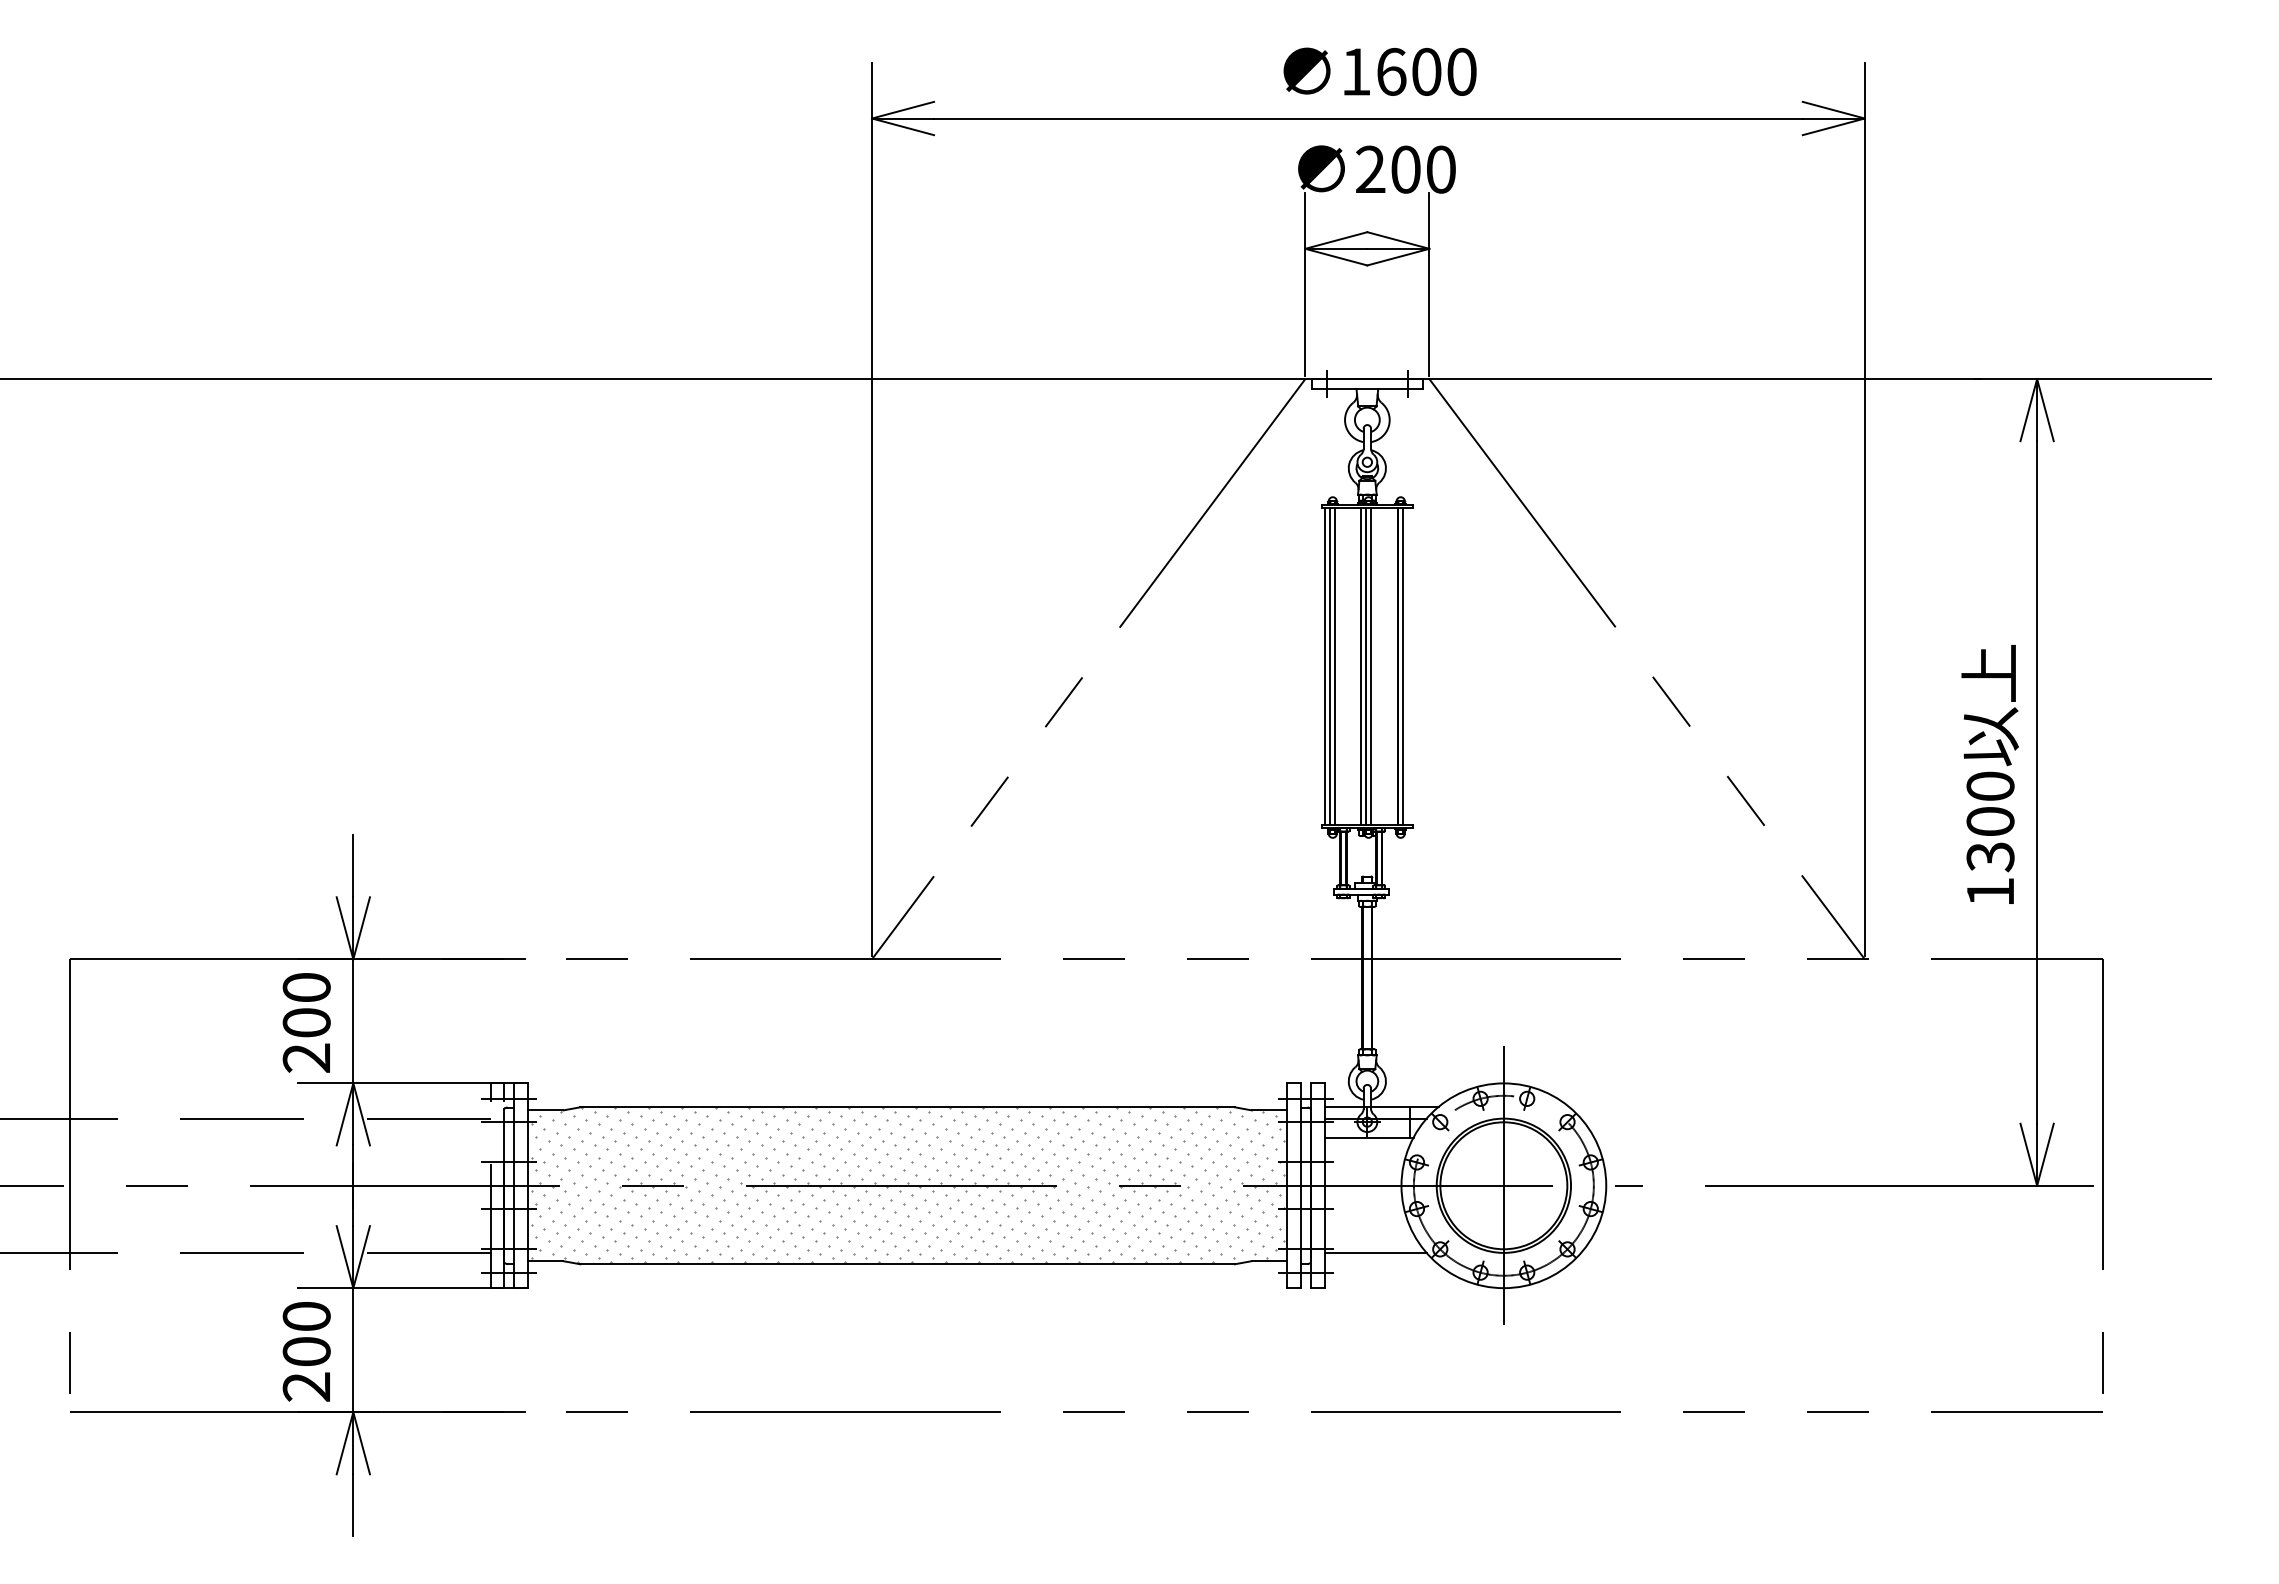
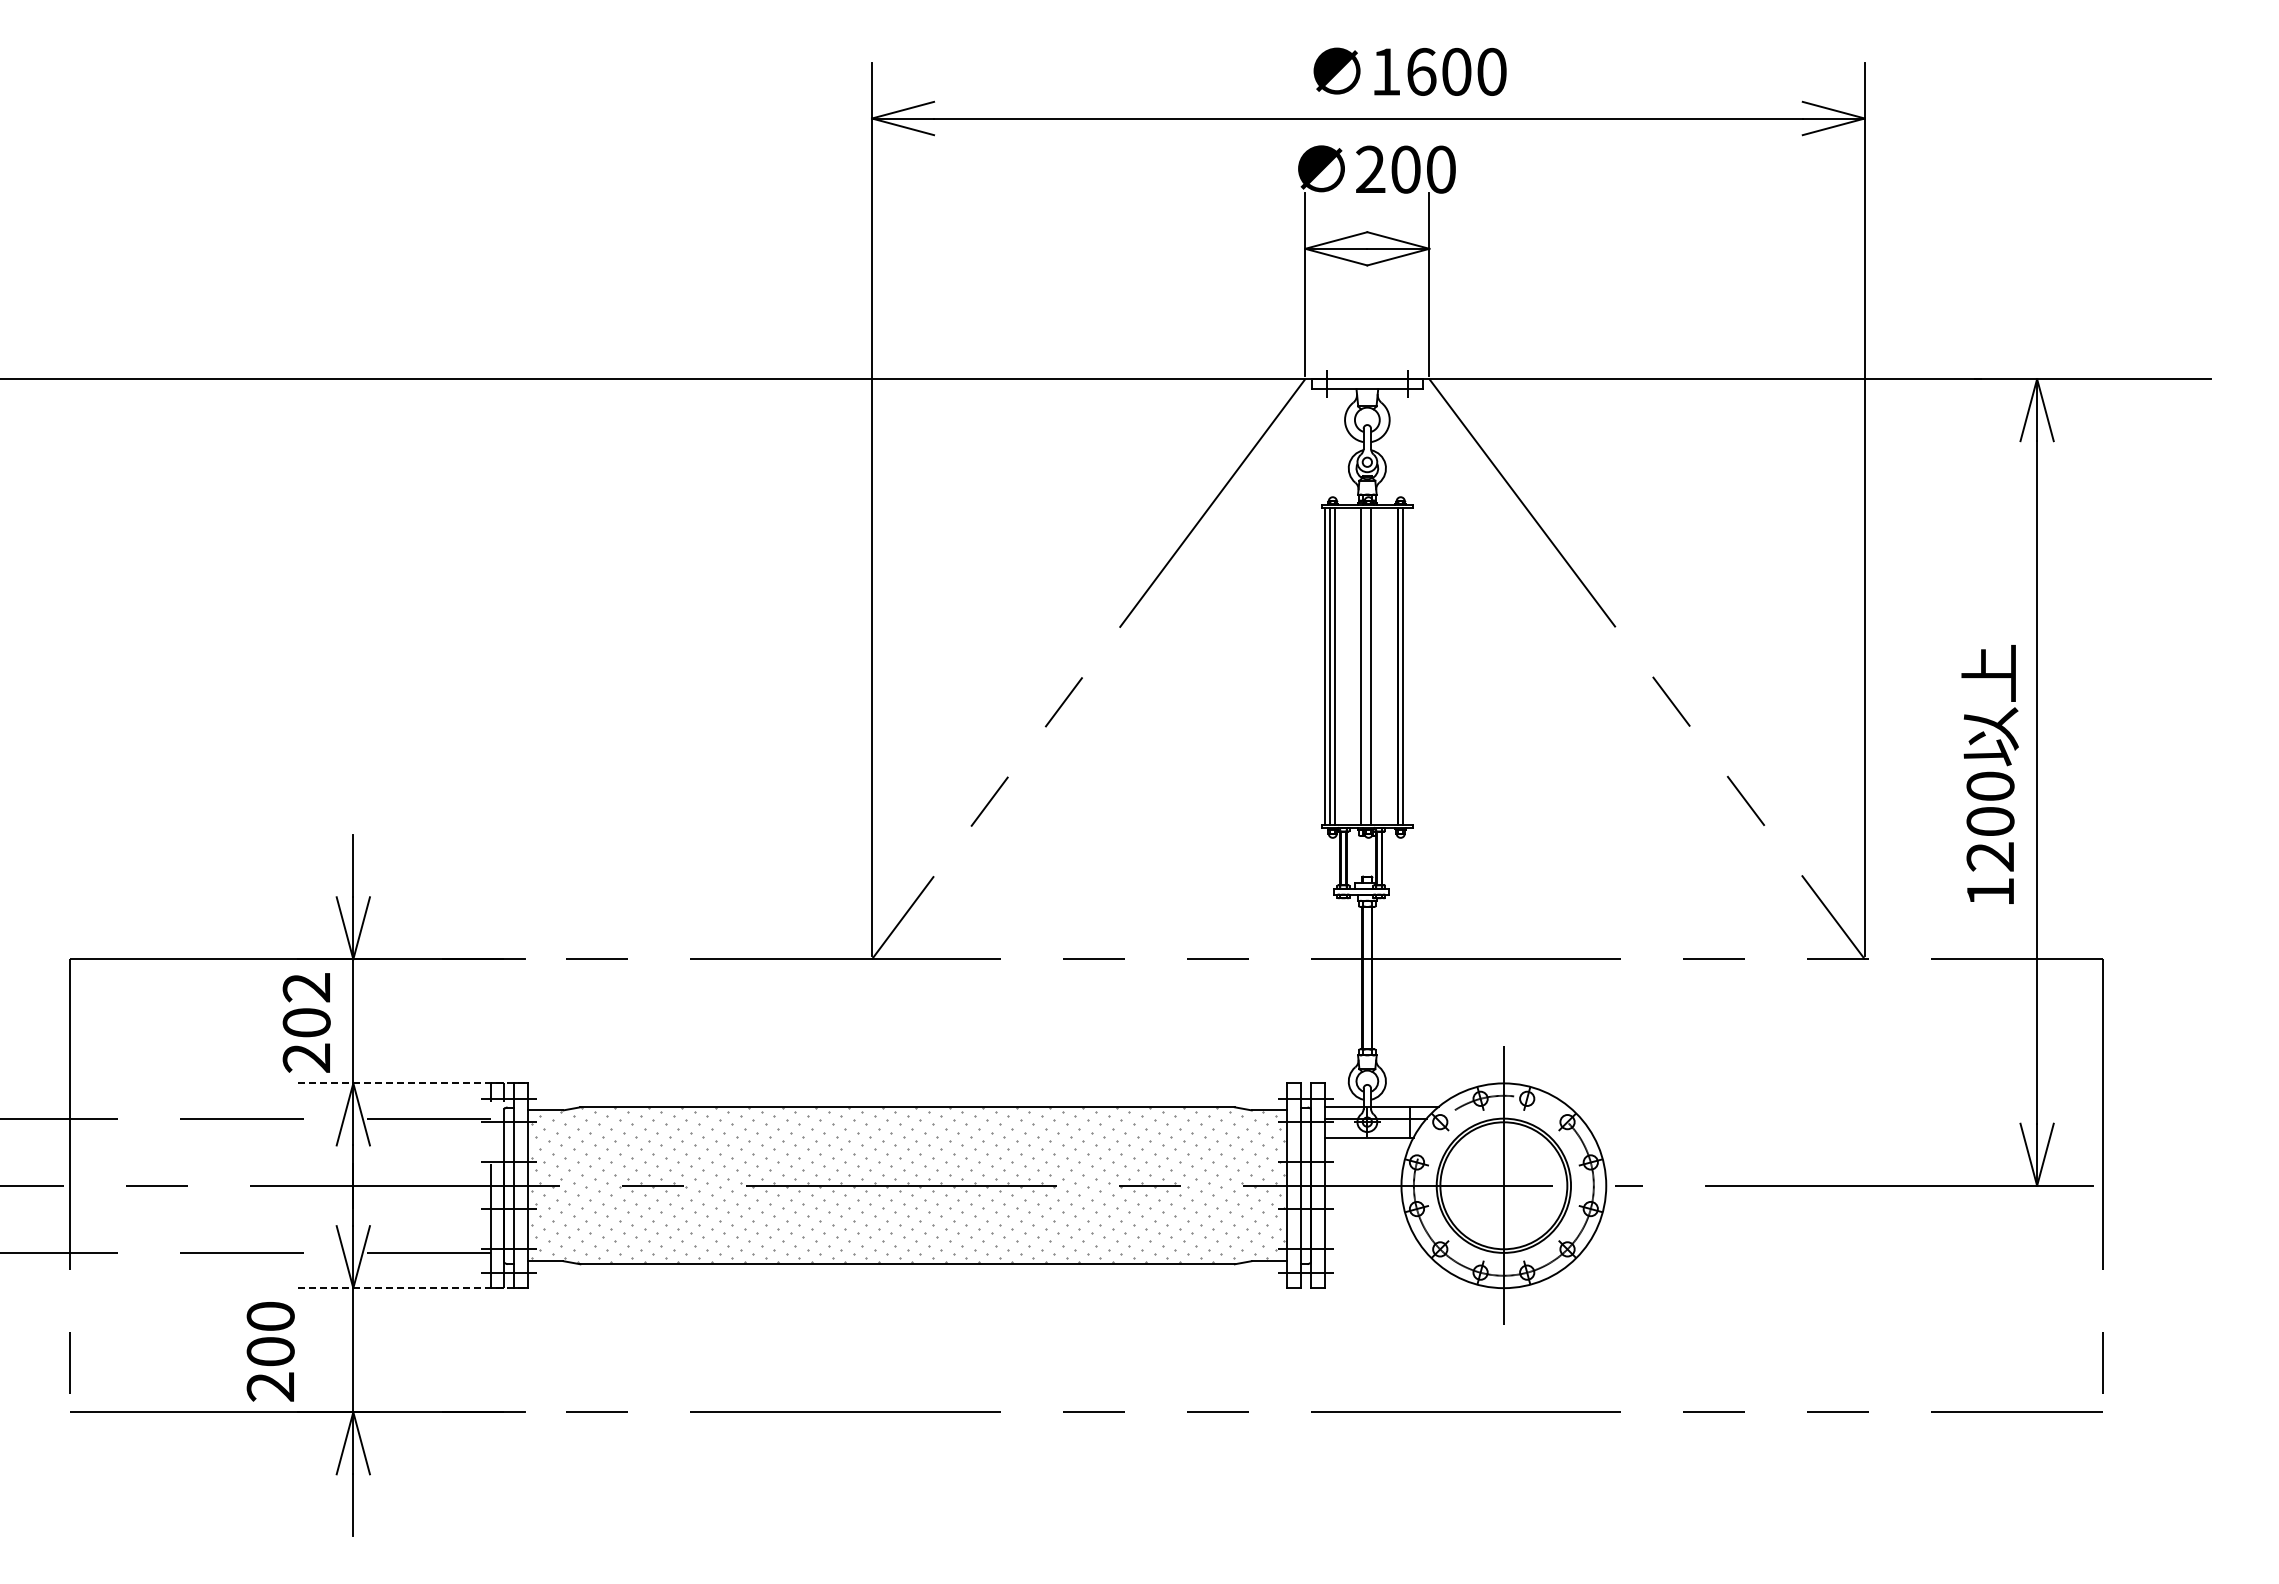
text at (1379, 71) position: (1379, 71) -> (1409, 71)
line at (1366, 666): present -> none
text at (1990, 857): 1300 -> 1200
text at (306, 987): 200 -> 202
line at (411, 1083): solid -> dashed
line at (1375, 1252): present -> none
line at (411, 1288): solid -> dashed
text at (306, 1351) position: (306, 1351) -> (270, 1351)
